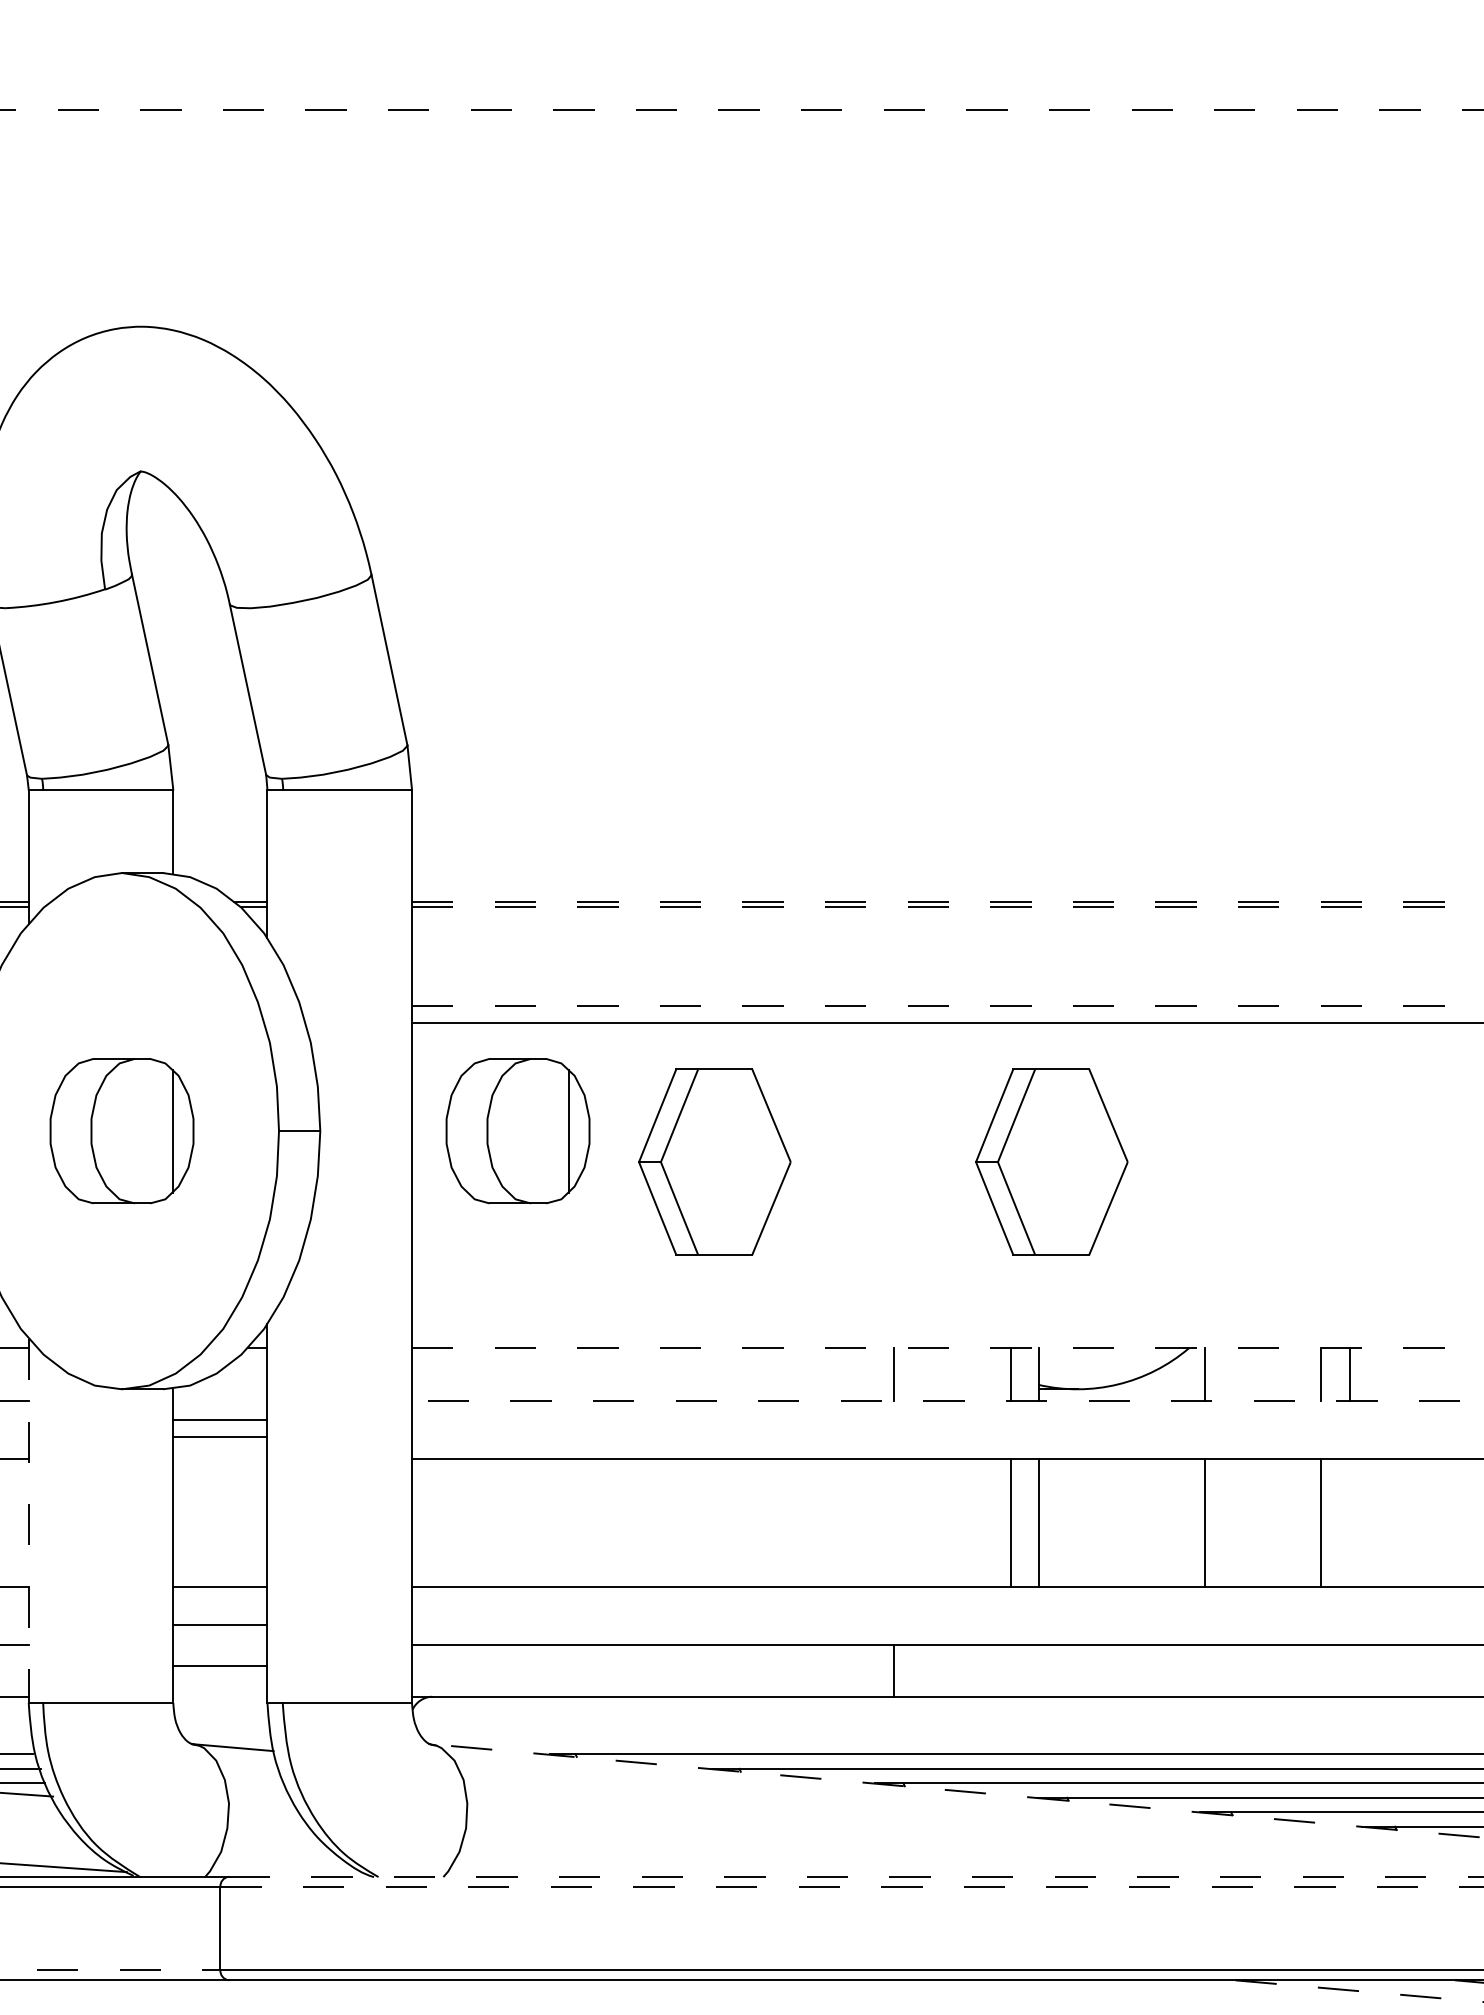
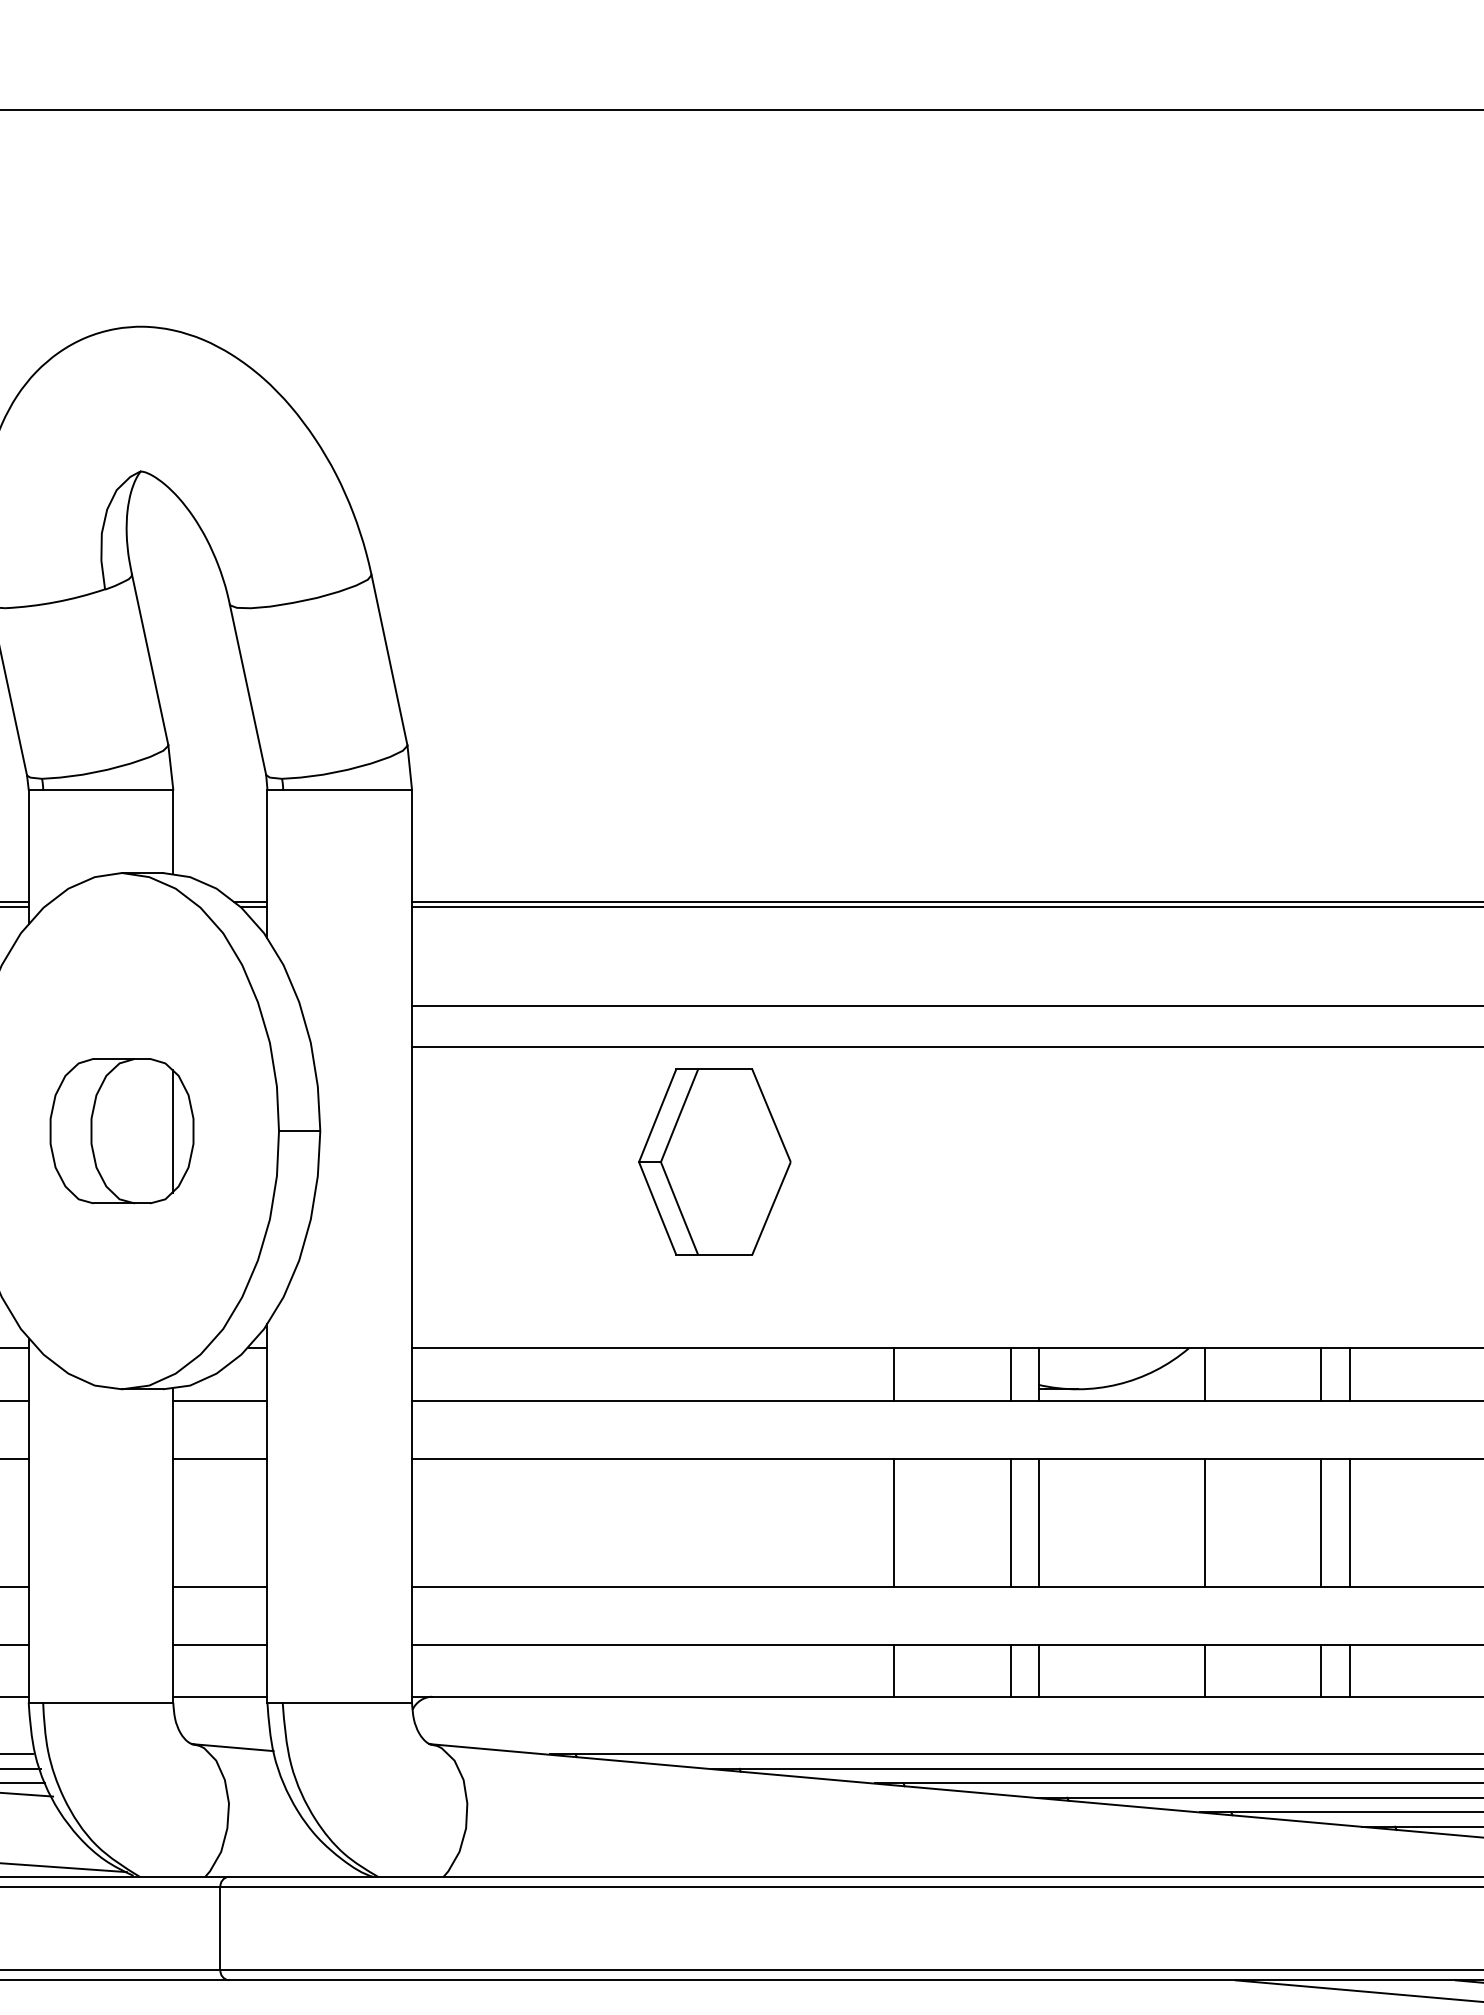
line at (742, 109): dashed -> solid
line at (947, 901): dashed -> solid
line at (947, 907): dashed -> solid
line at (947, 1005): dashed -> solid
line at (946, 1022) position: (946, 1022) -> (946, 1046)
part at (517, 1131): present -> none
part at (1051, 1161): present -> none
line at (947, 1348): dashed -> solid
line at (947, 1400): dashed -> solid
line at (220, 1419) position: (220, 1419) -> (220, 1400)
line at (220, 1436) position: (220, 1436) -> (220, 1458)
line at (28, 1520): dashed -> solid
line at (894, 1522): none -> present
line at (1350, 1522): none -> present
line at (220, 1624) position: (220, 1624) -> (220, 1644)
line at (220, 1665) position: (220, 1665) -> (220, 1696)
line at (1010, 1670): none -> present
line at (1038, 1670): none -> present
line at (1205, 1670): none -> present
line at (1321, 1670): none -> present
line at (1350, 1670): none -> present
line at (956, 1790): dashed -> solid
line at (856, 1877): dashed -> solid
line at (852, 1887): dashed -> solid
line at (110, 1970): dashed -> solid
line at (1360, 1991): dashed -> solid
